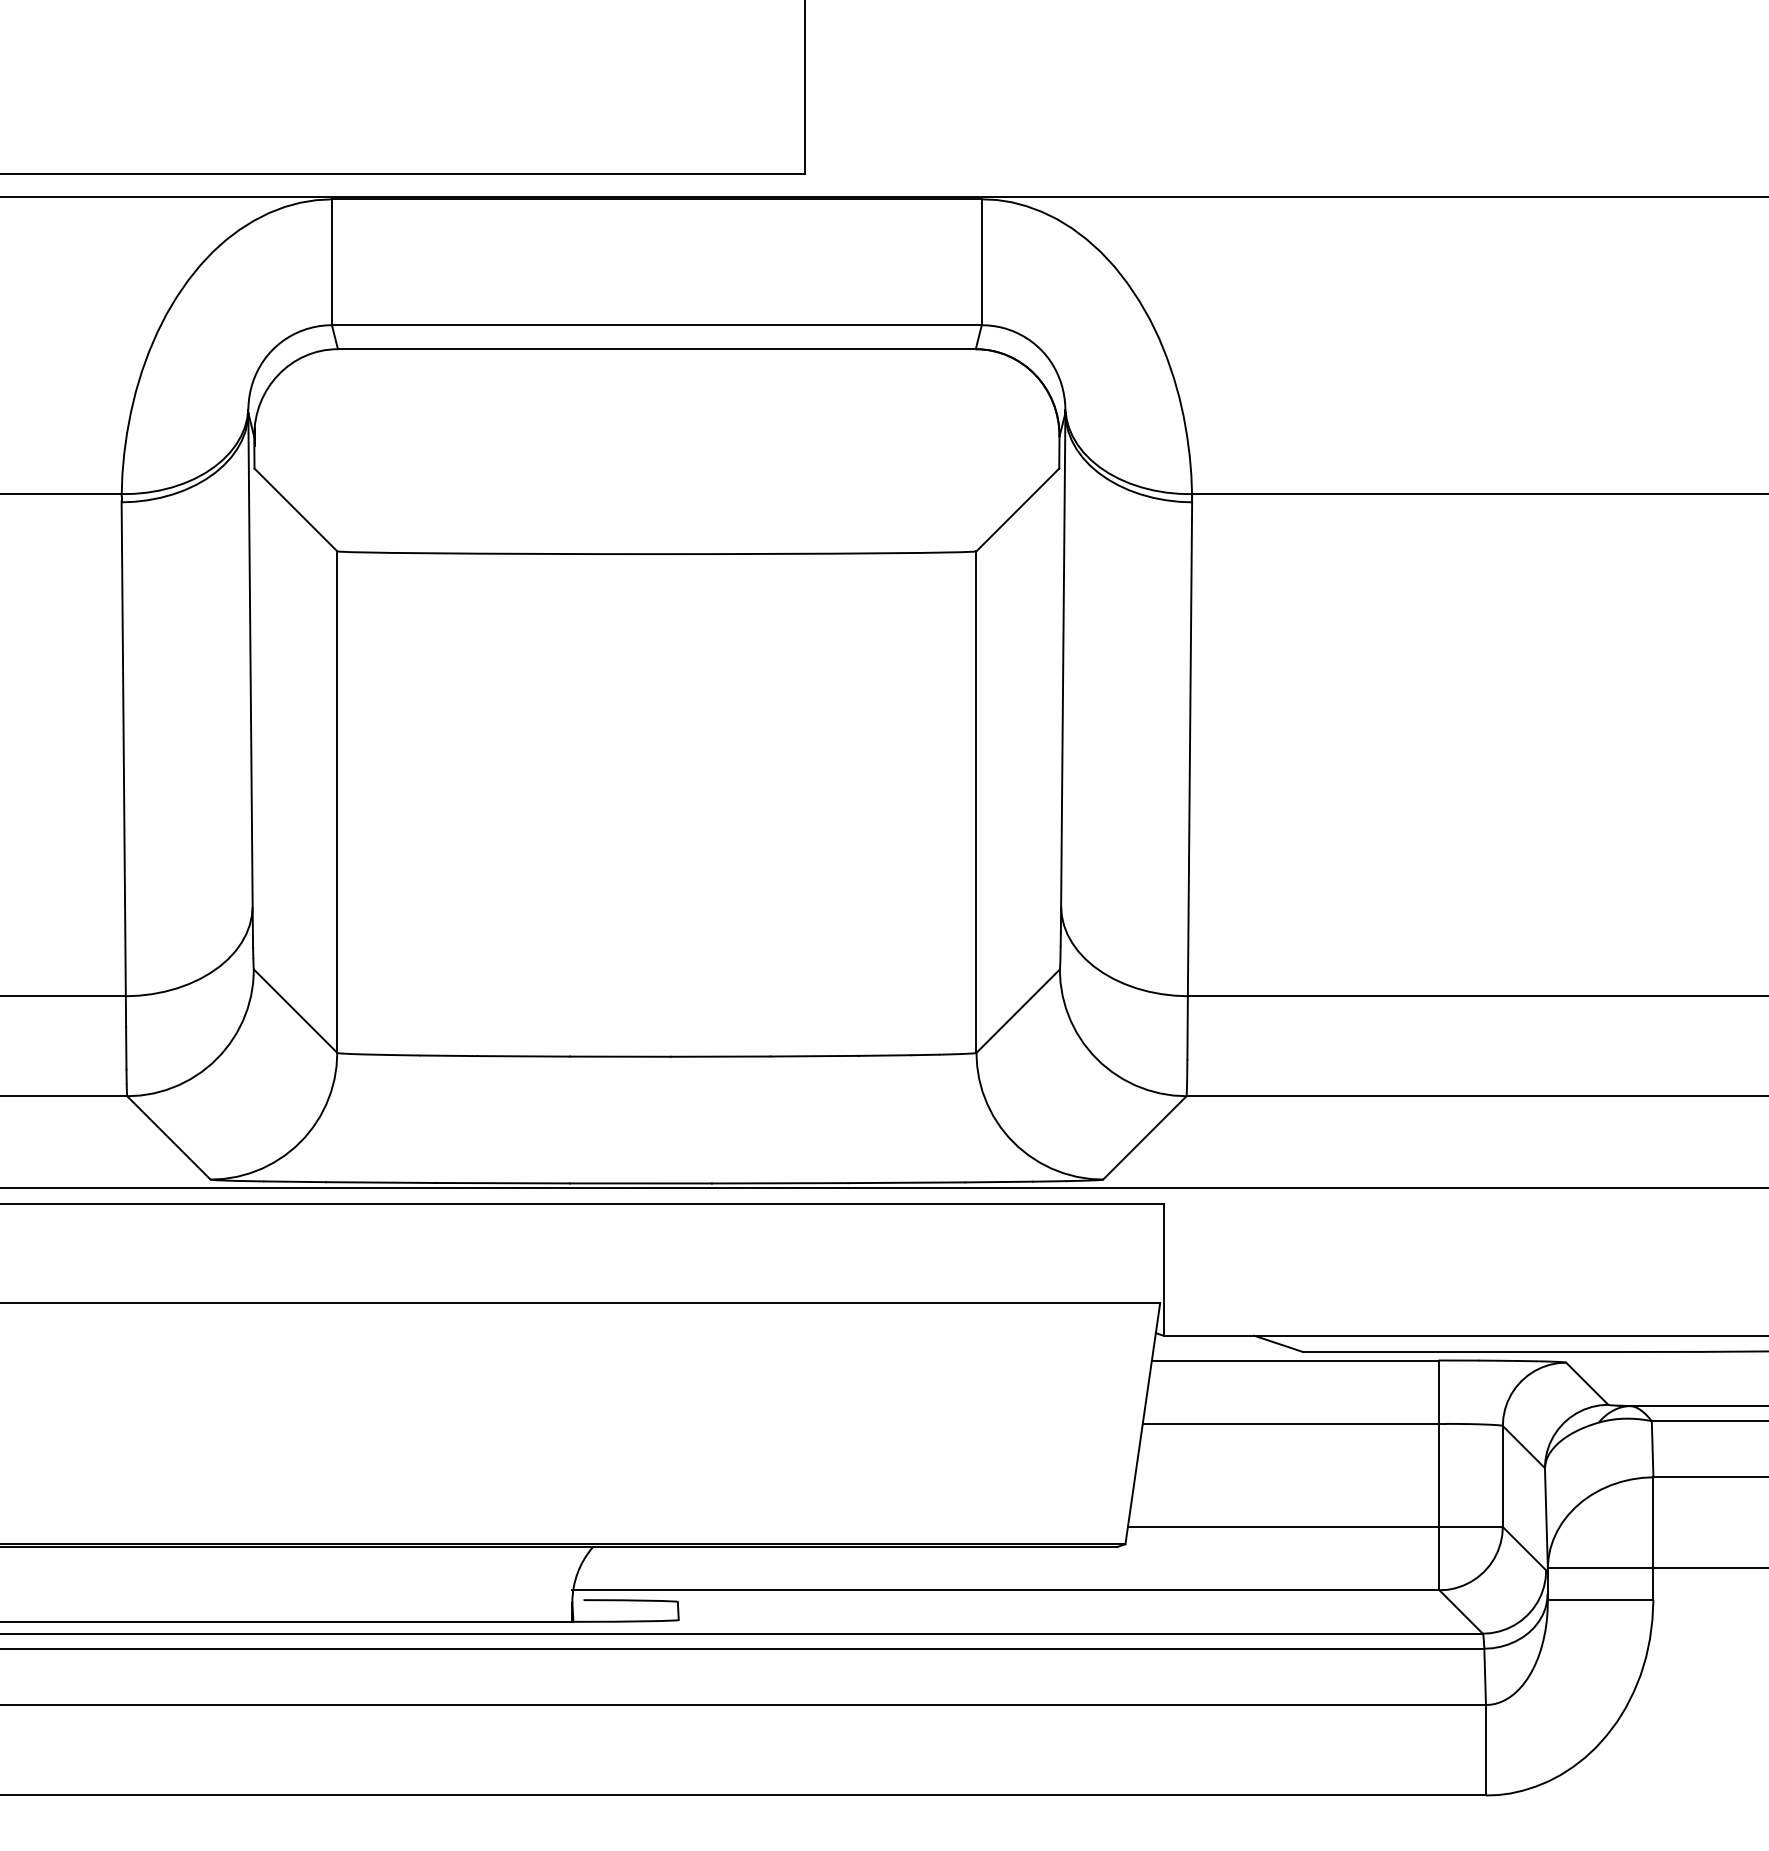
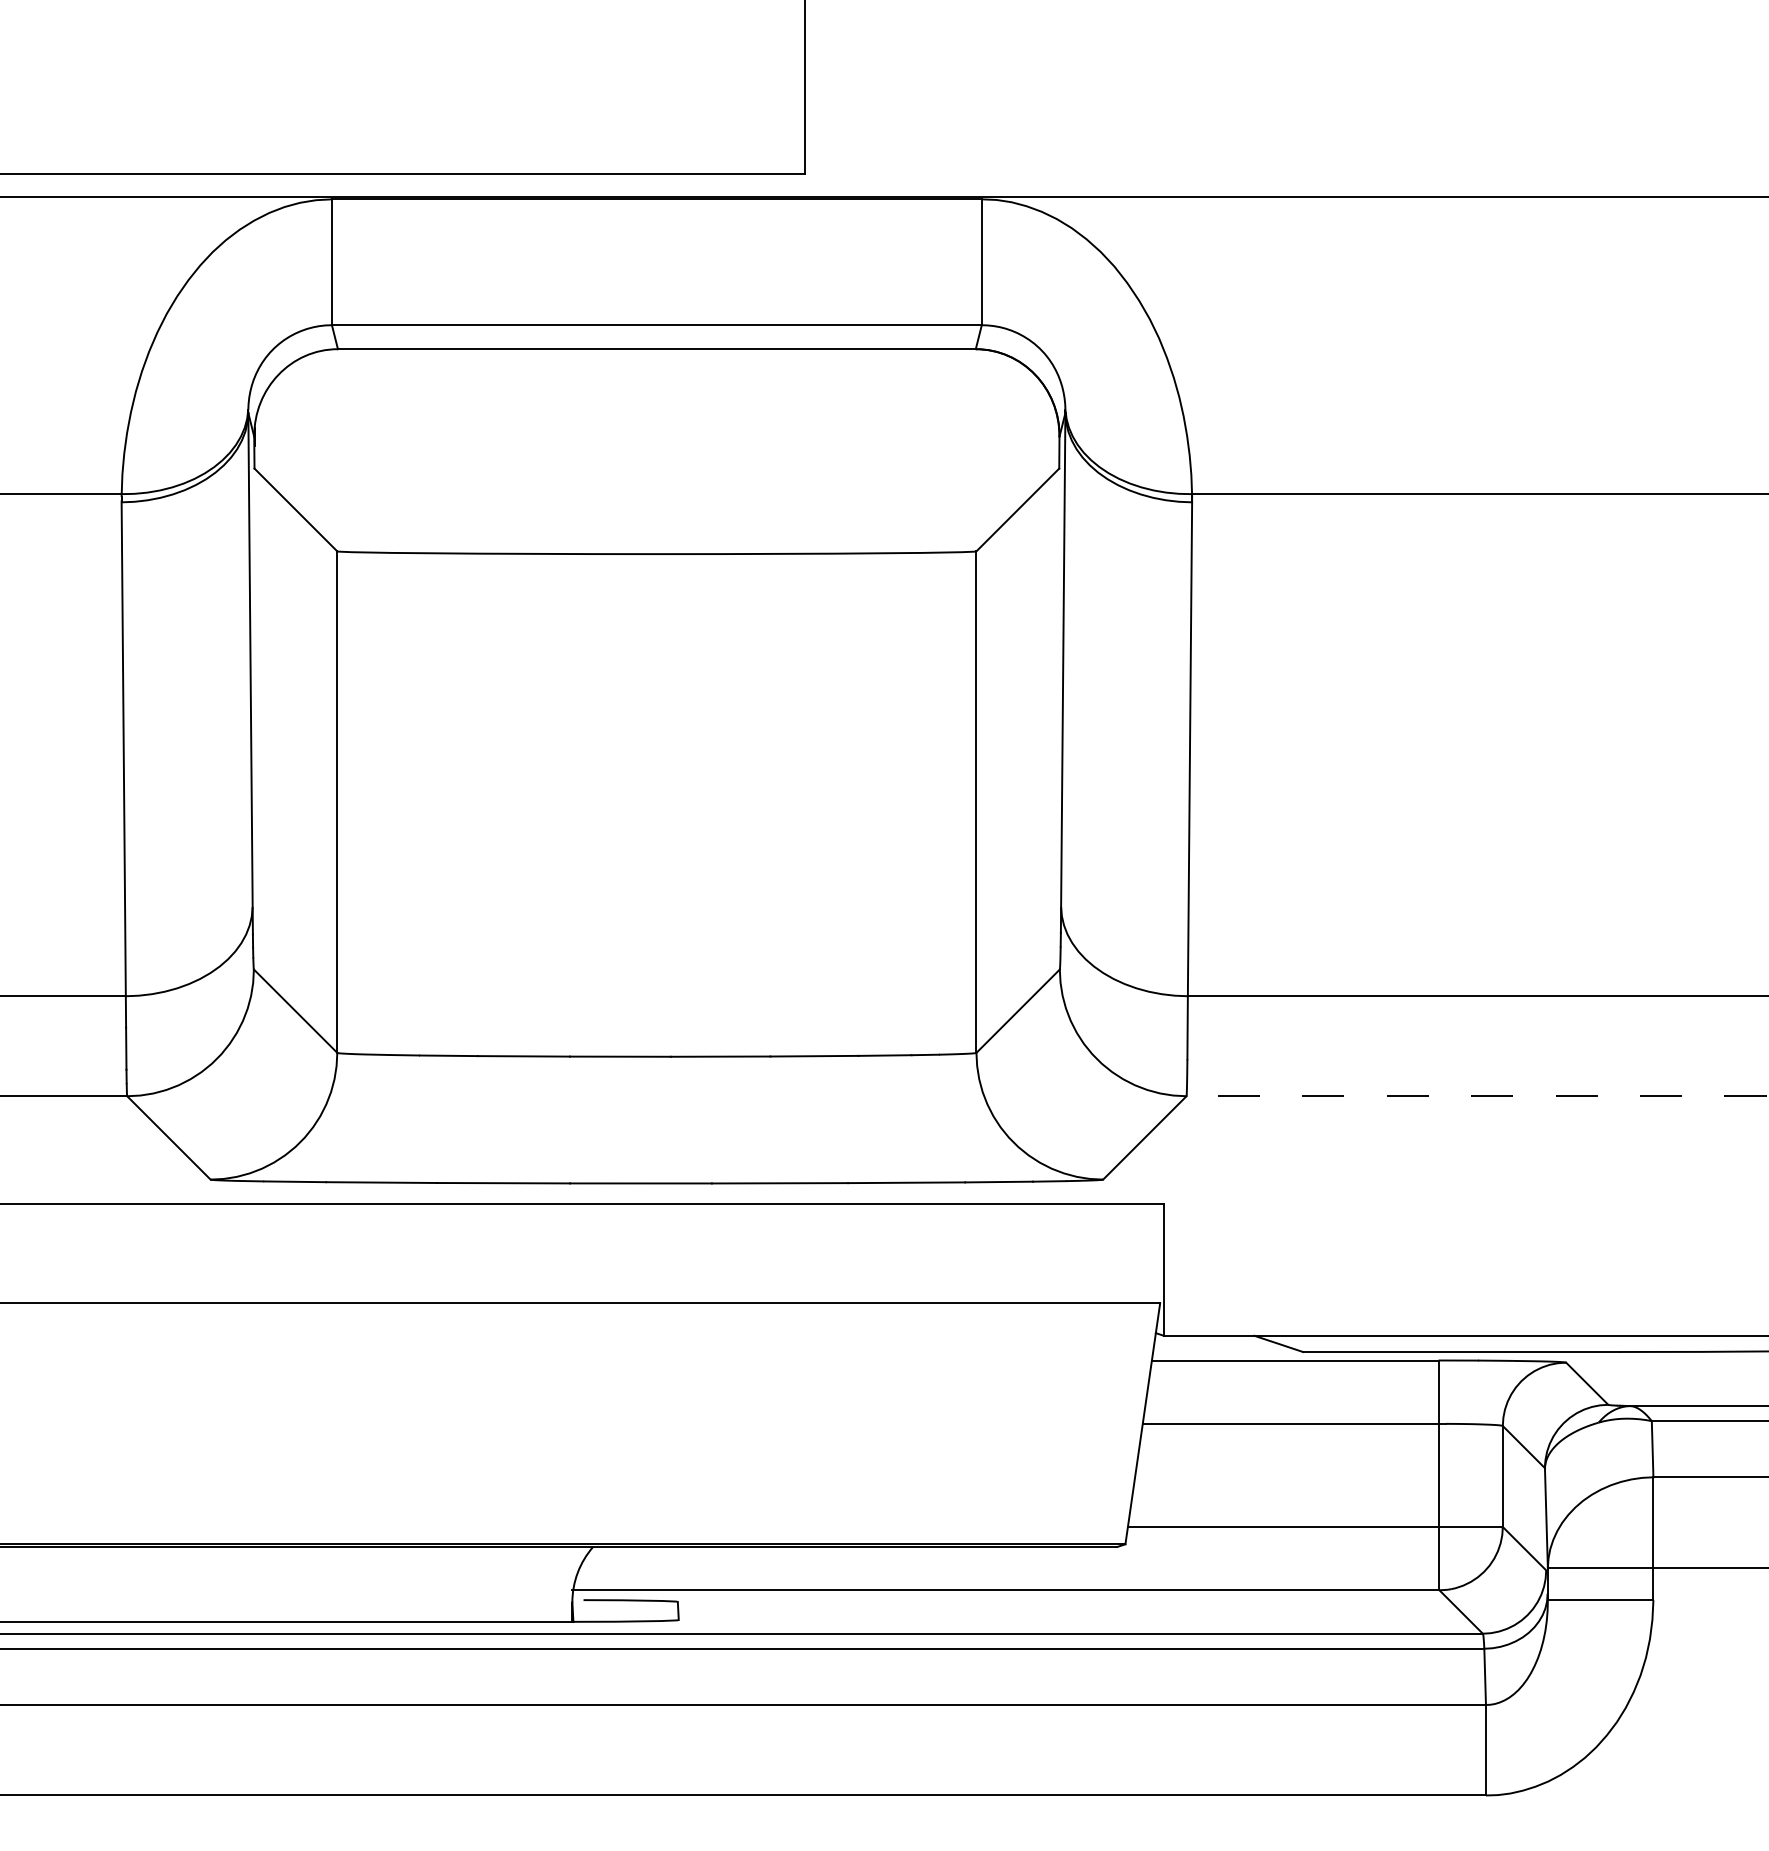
line at (1477, 1096): solid -> dashed
line at (883, 1187): present -> none
